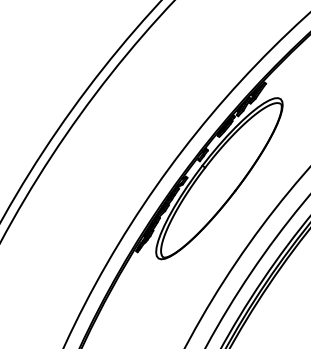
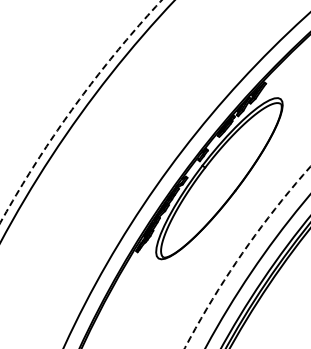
arc at (73, 107): solid -> dashed
circle at (247, 257): solid -> dashed
